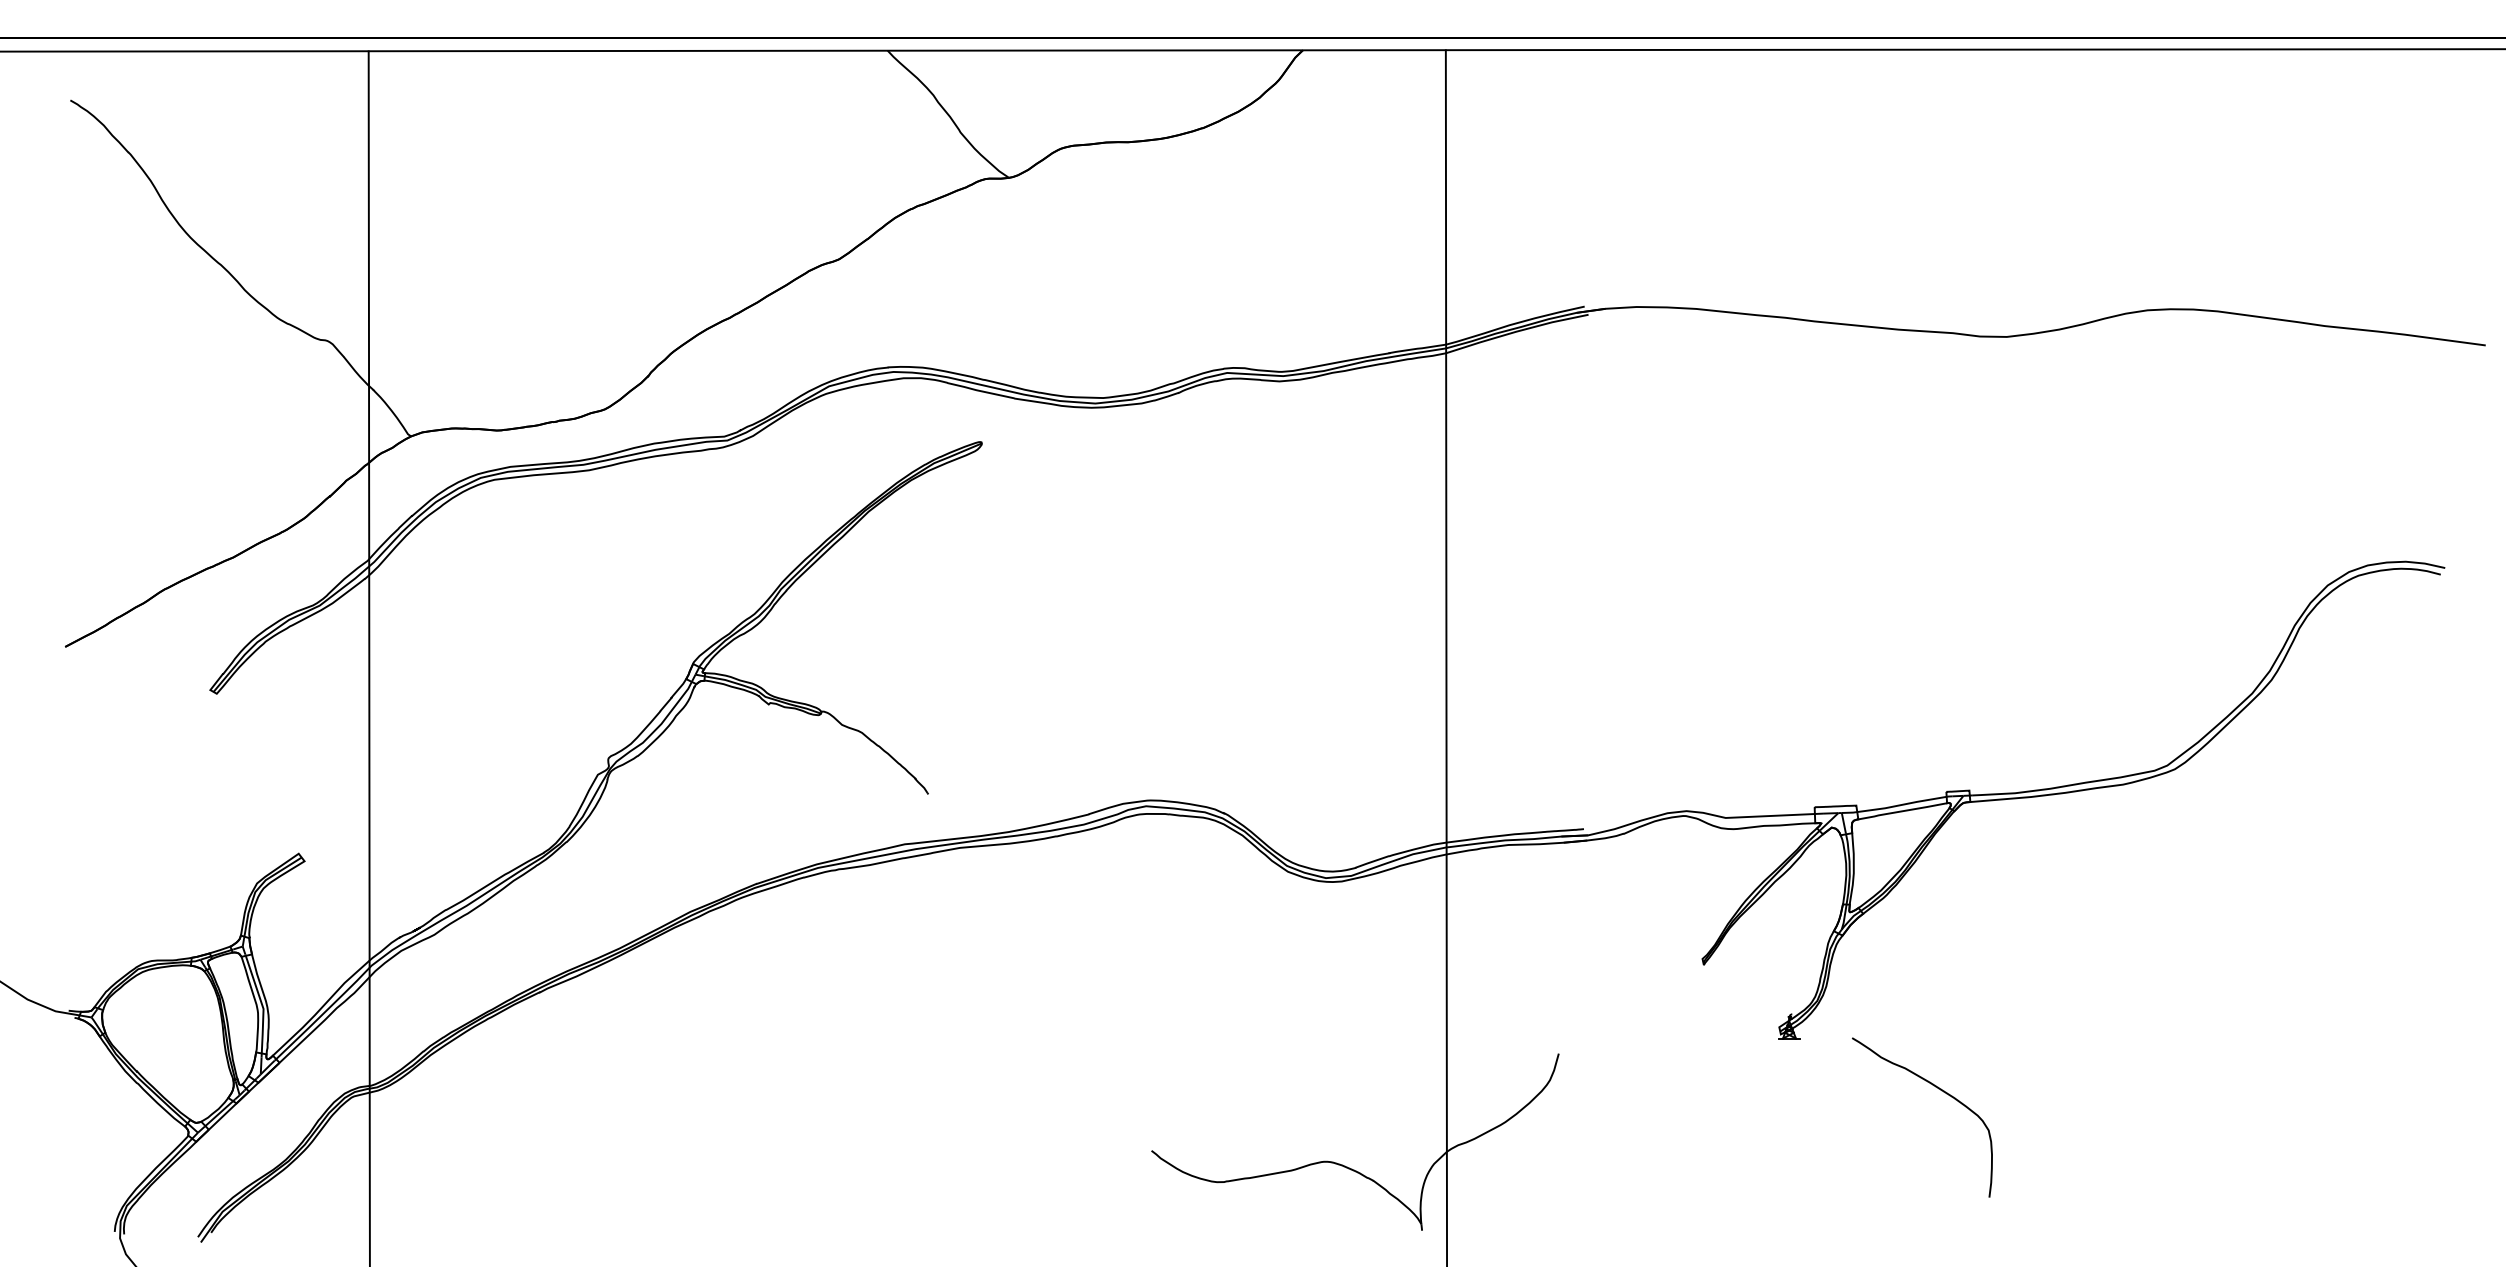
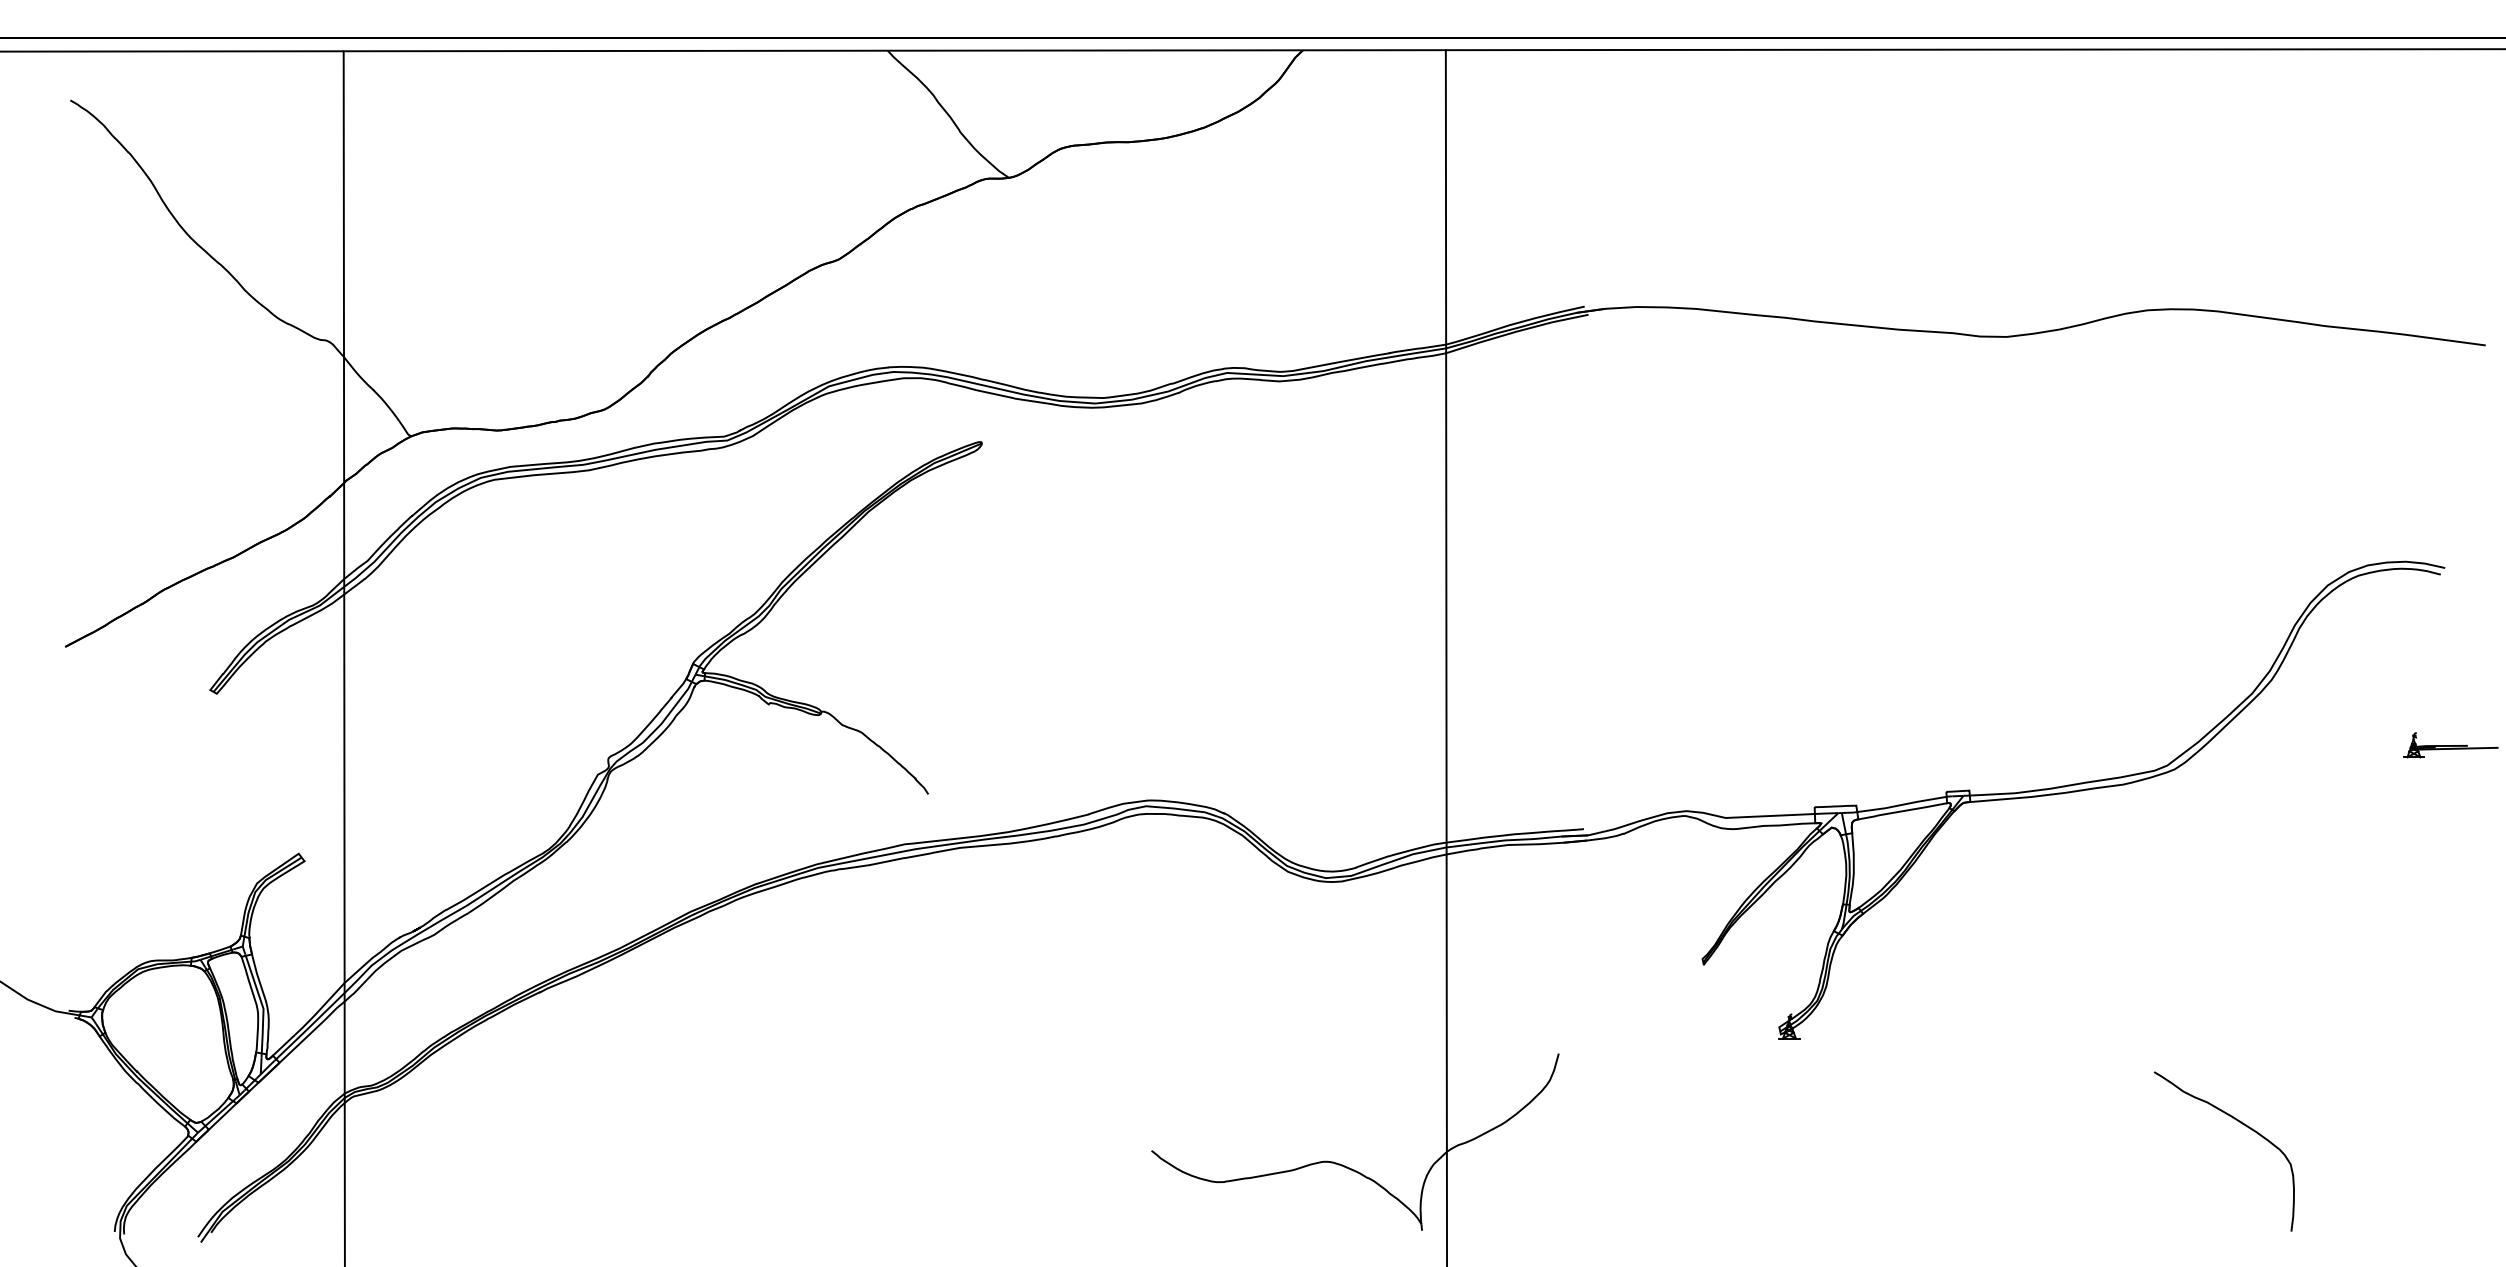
line at (368, 657) position: (368, 657) -> (343, 657)
part at (2450, 745): none -> present
curve at (1941, 1091) position: (1941, 1091) -> (2243, 1125)
